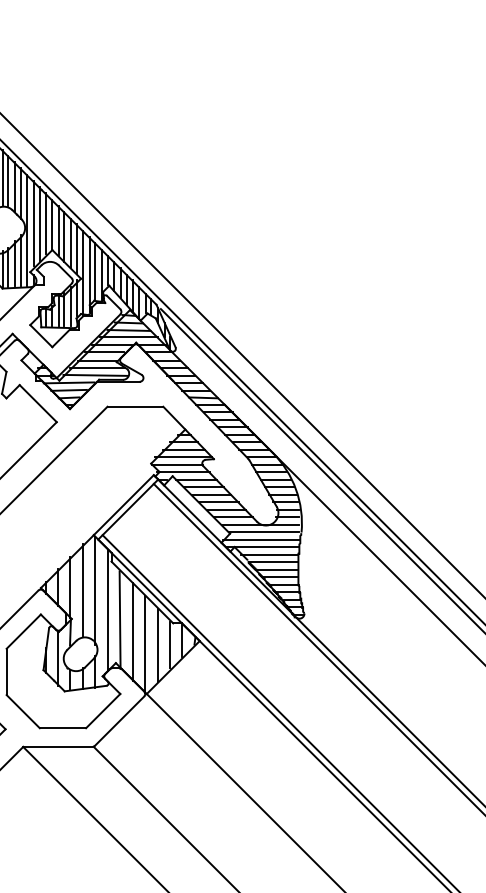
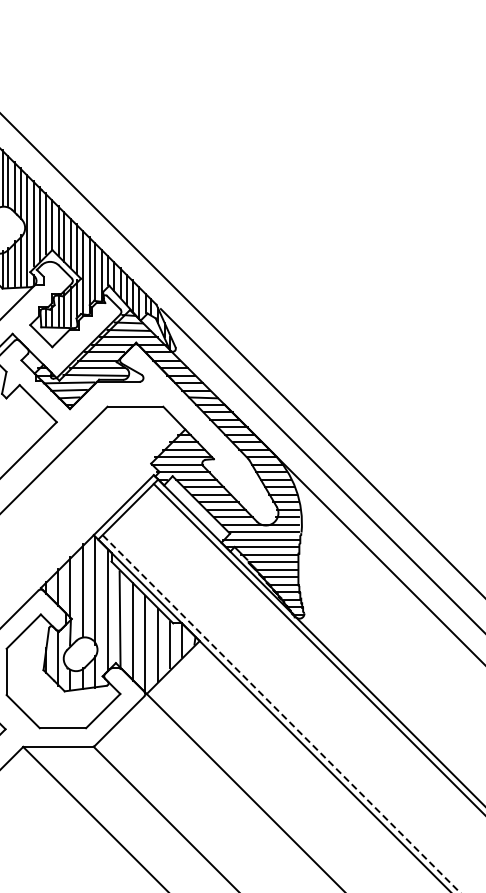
line at (242, 381): present -> none
line at (281, 714): solid -> dashed
